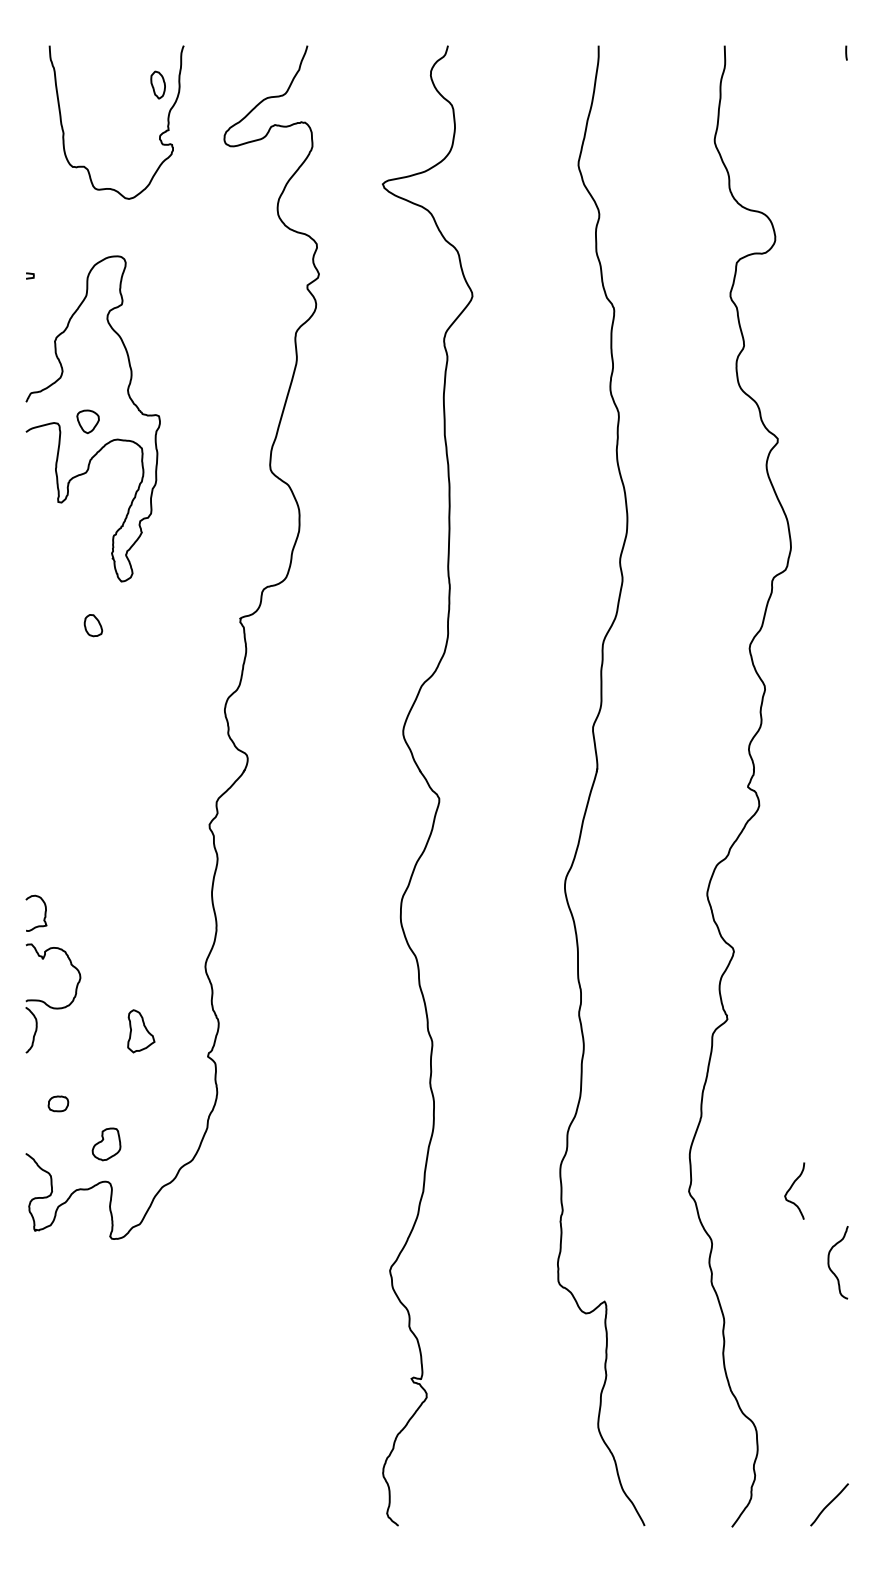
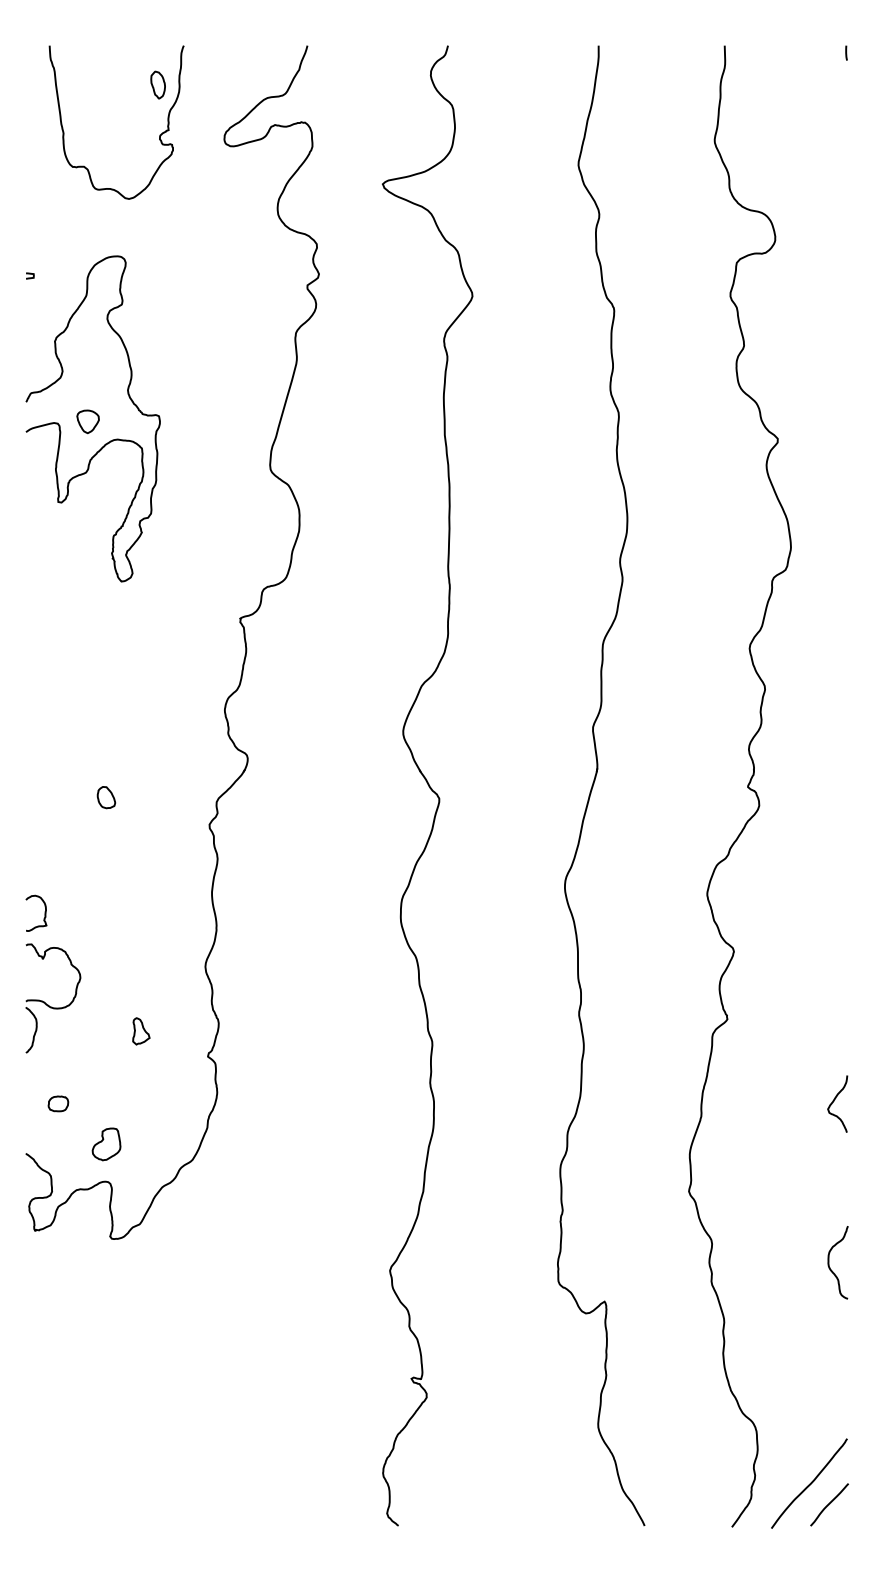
part at (93, 625) position: (93, 625) -> (106, 797)
part at (141, 1031) size: 29x45 px -> 19x29 px
curve at (791, 1188) position: (791, 1188) -> (834, 1101)
curve at (809, 1483): none -> present
